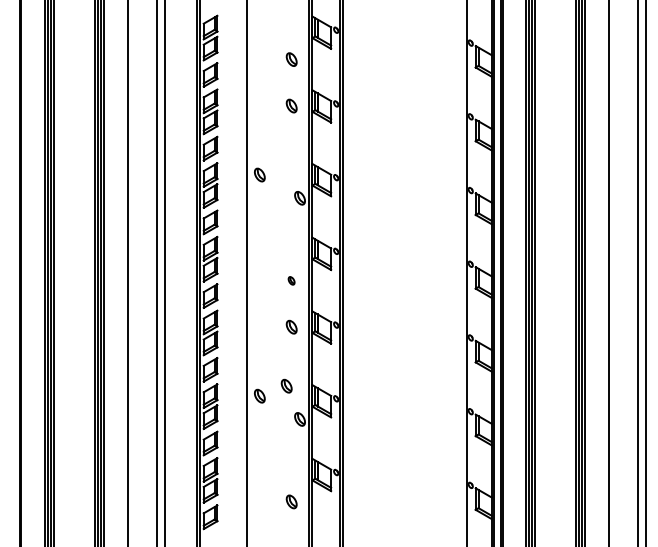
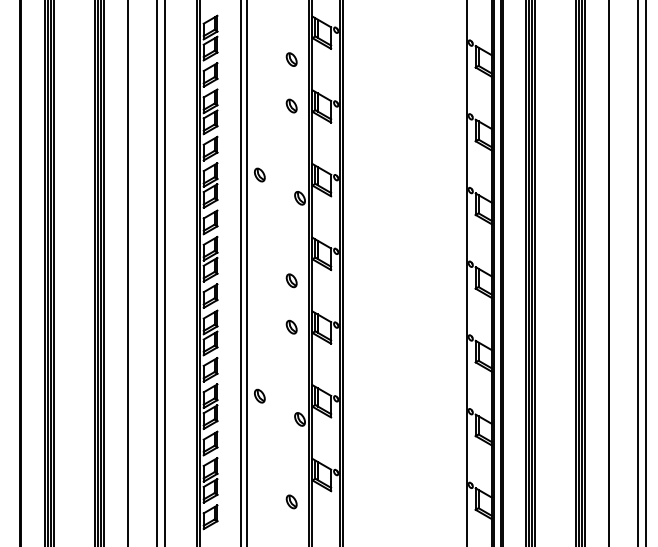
line at (241, 272): none -> present
part at (291, 280) size: 9x10 px -> 13x16 px
part at (286, 385): present -> none
